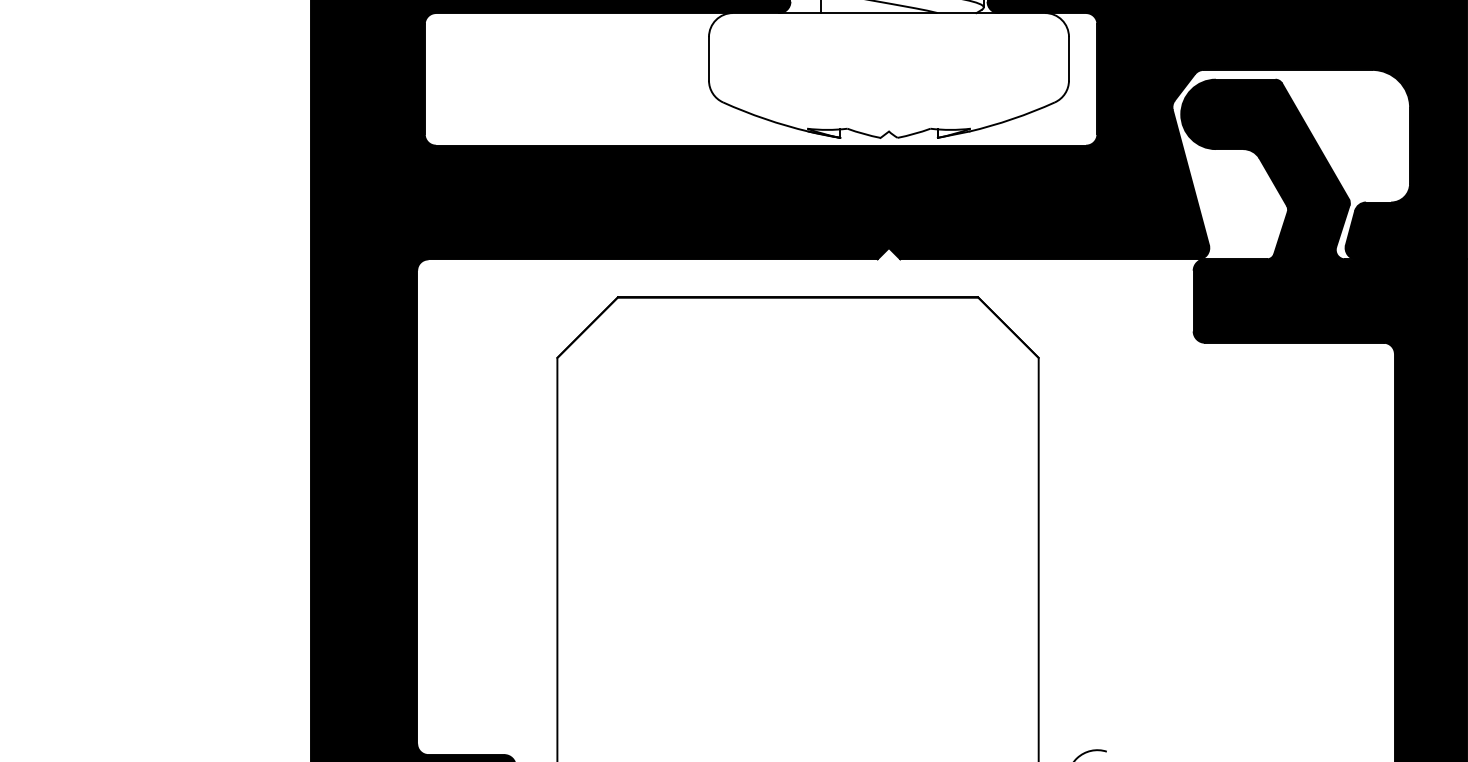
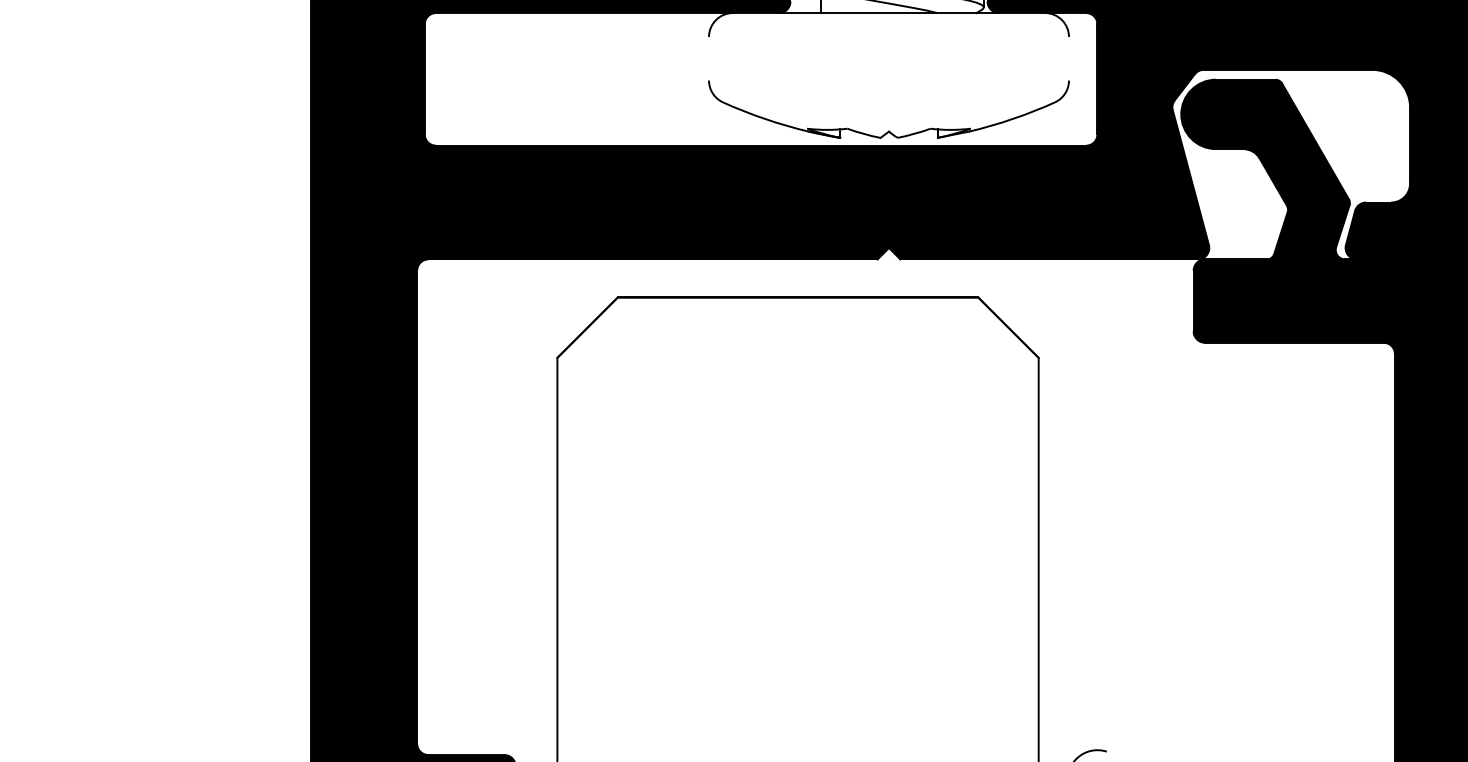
line at (708, 58): present -> none
line at (1069, 58): present -> none
